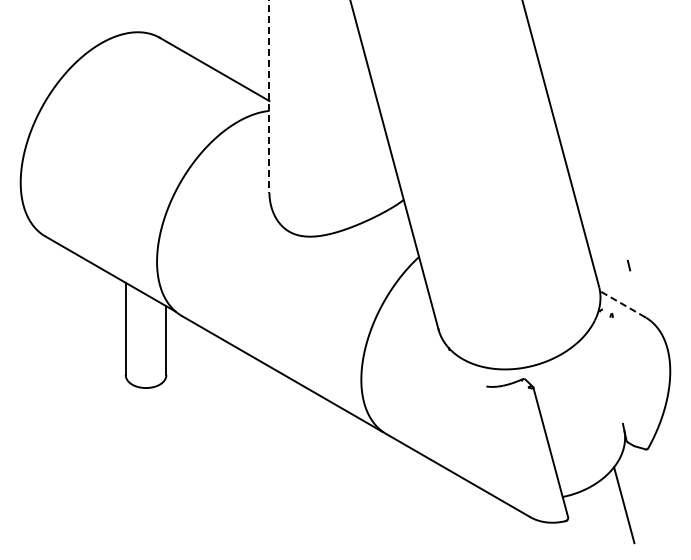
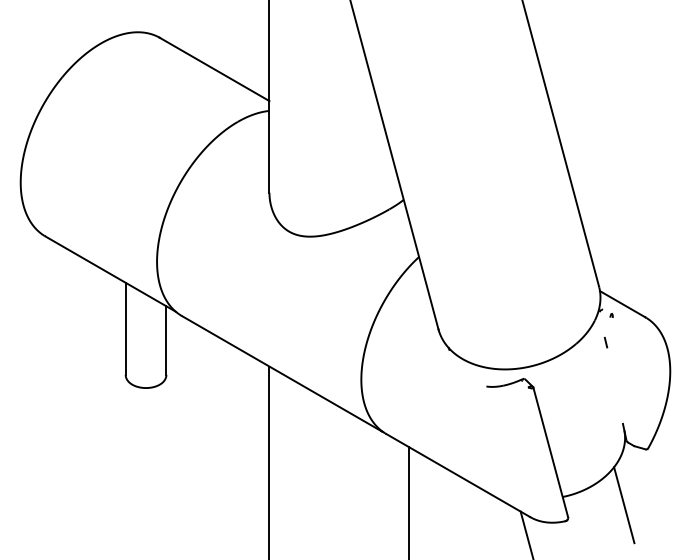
line at (269, 96): dashed -> solid
curve at (628, 265) position: (628, 265) -> (605, 342)
line at (622, 303): dashed -> solid
line at (269, 461): none -> present
line at (409, 501): none -> present
line at (526, 533): none -> present
